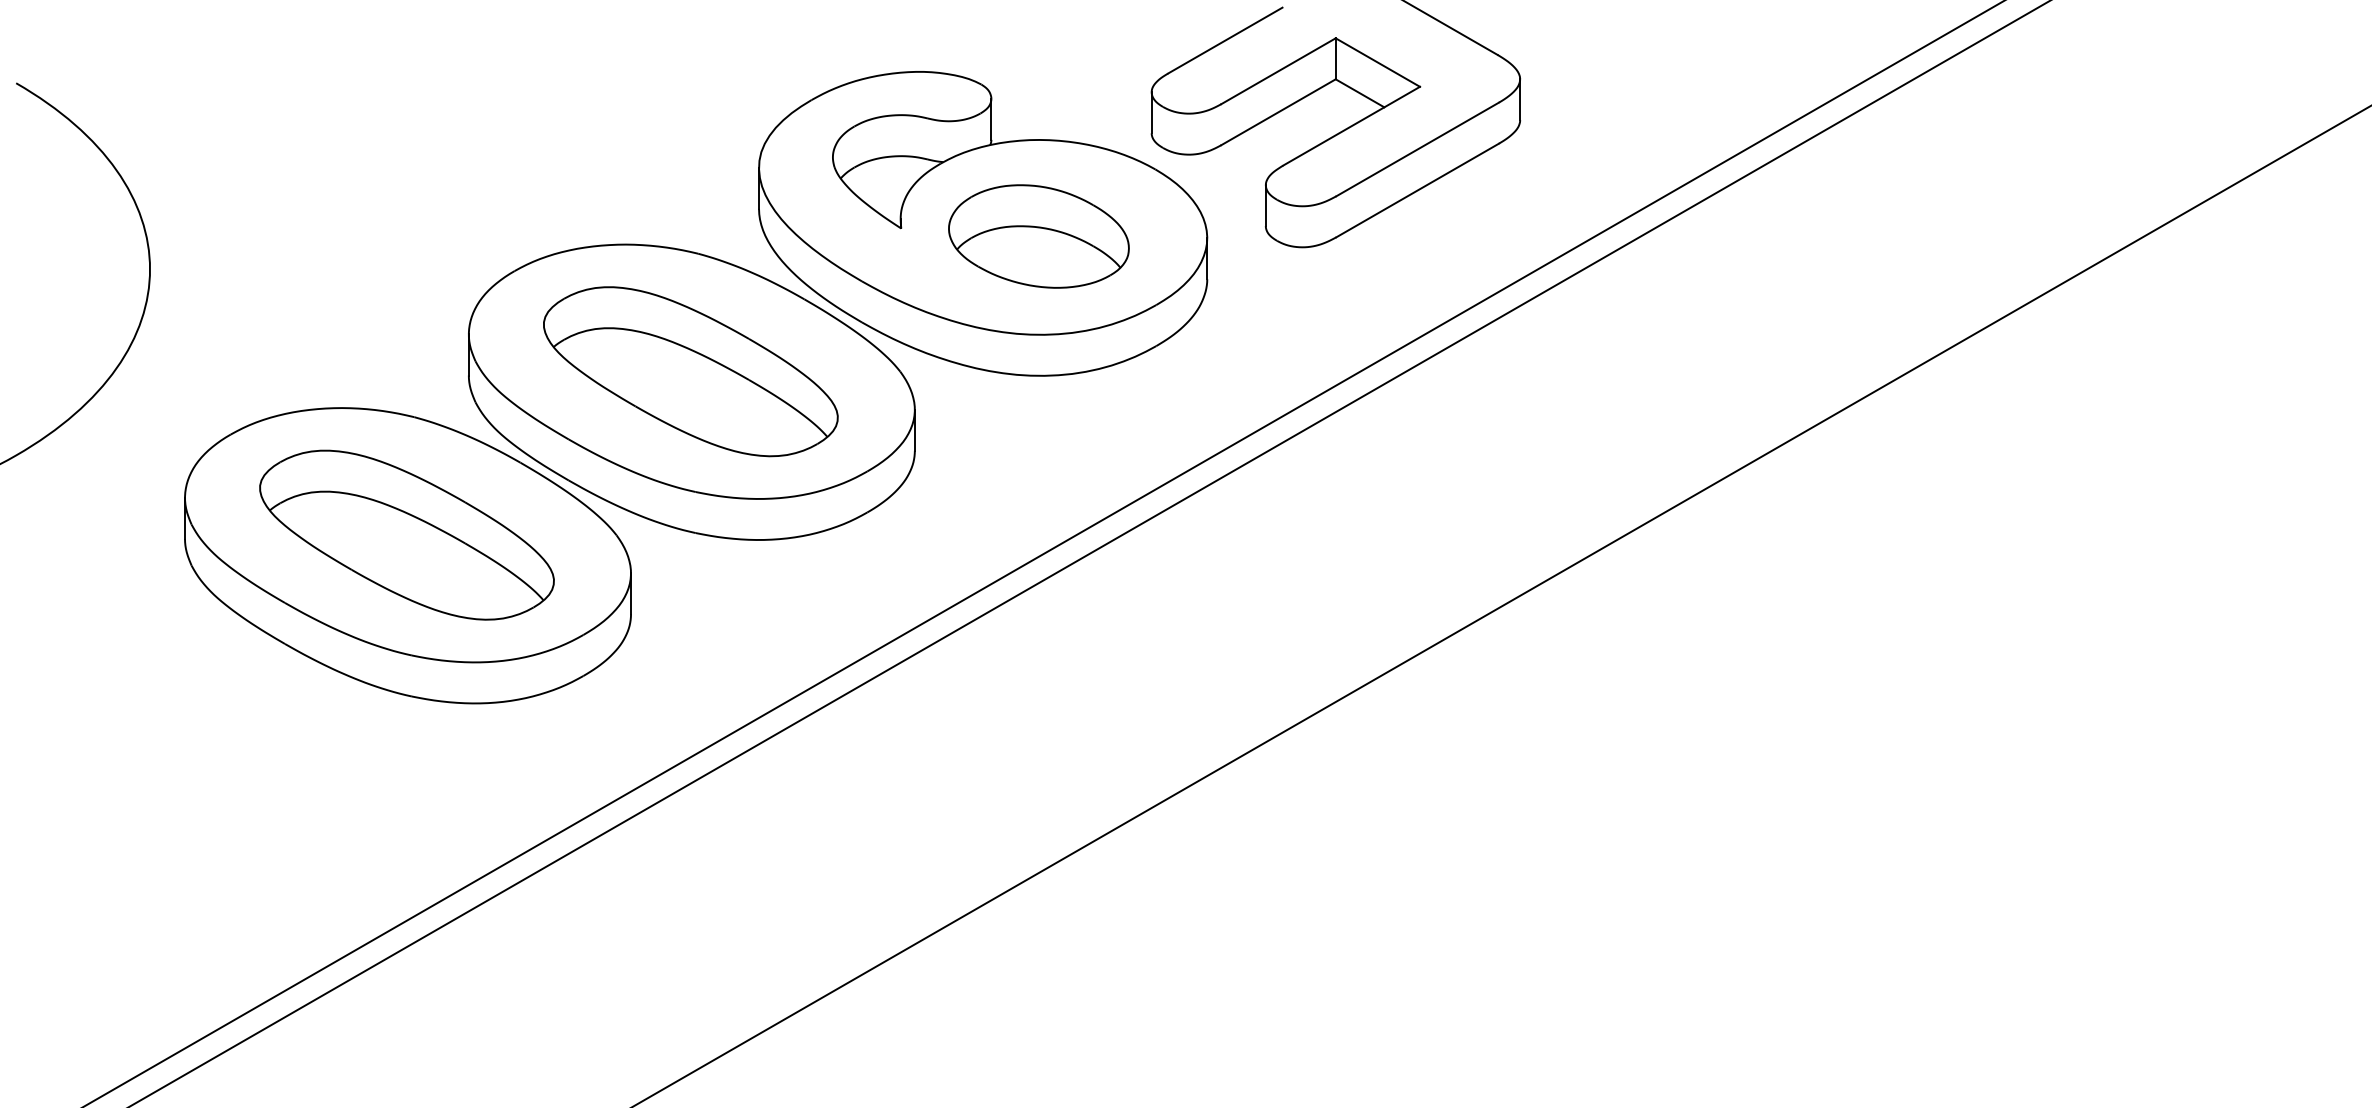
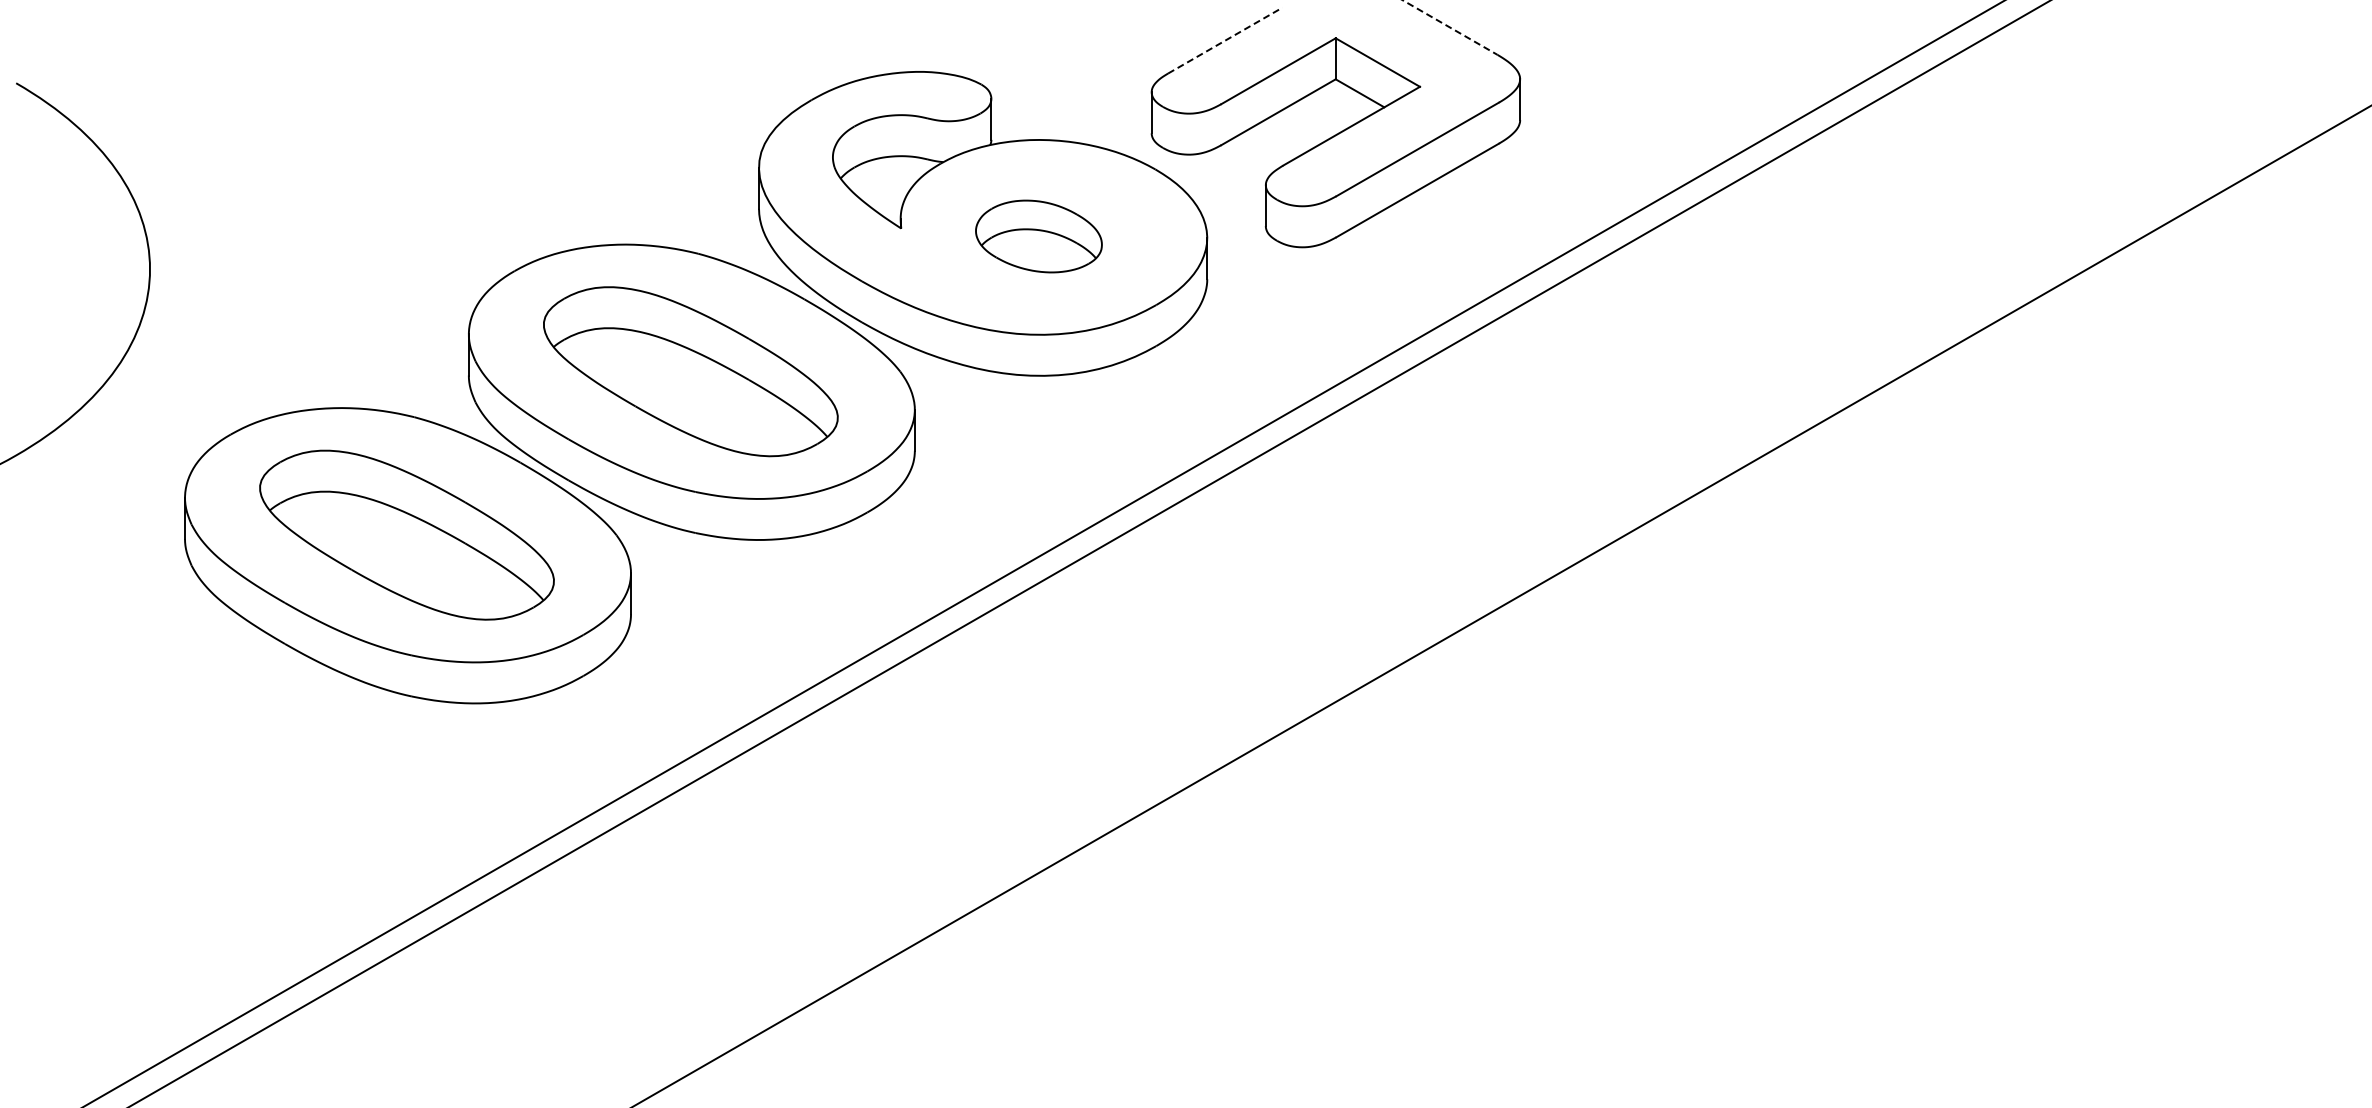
line at (1450, 27): solid -> dashed
line at (1225, 40): solid -> dashed
part at (1038, 236) size: 182x105 px -> 128x75 px
